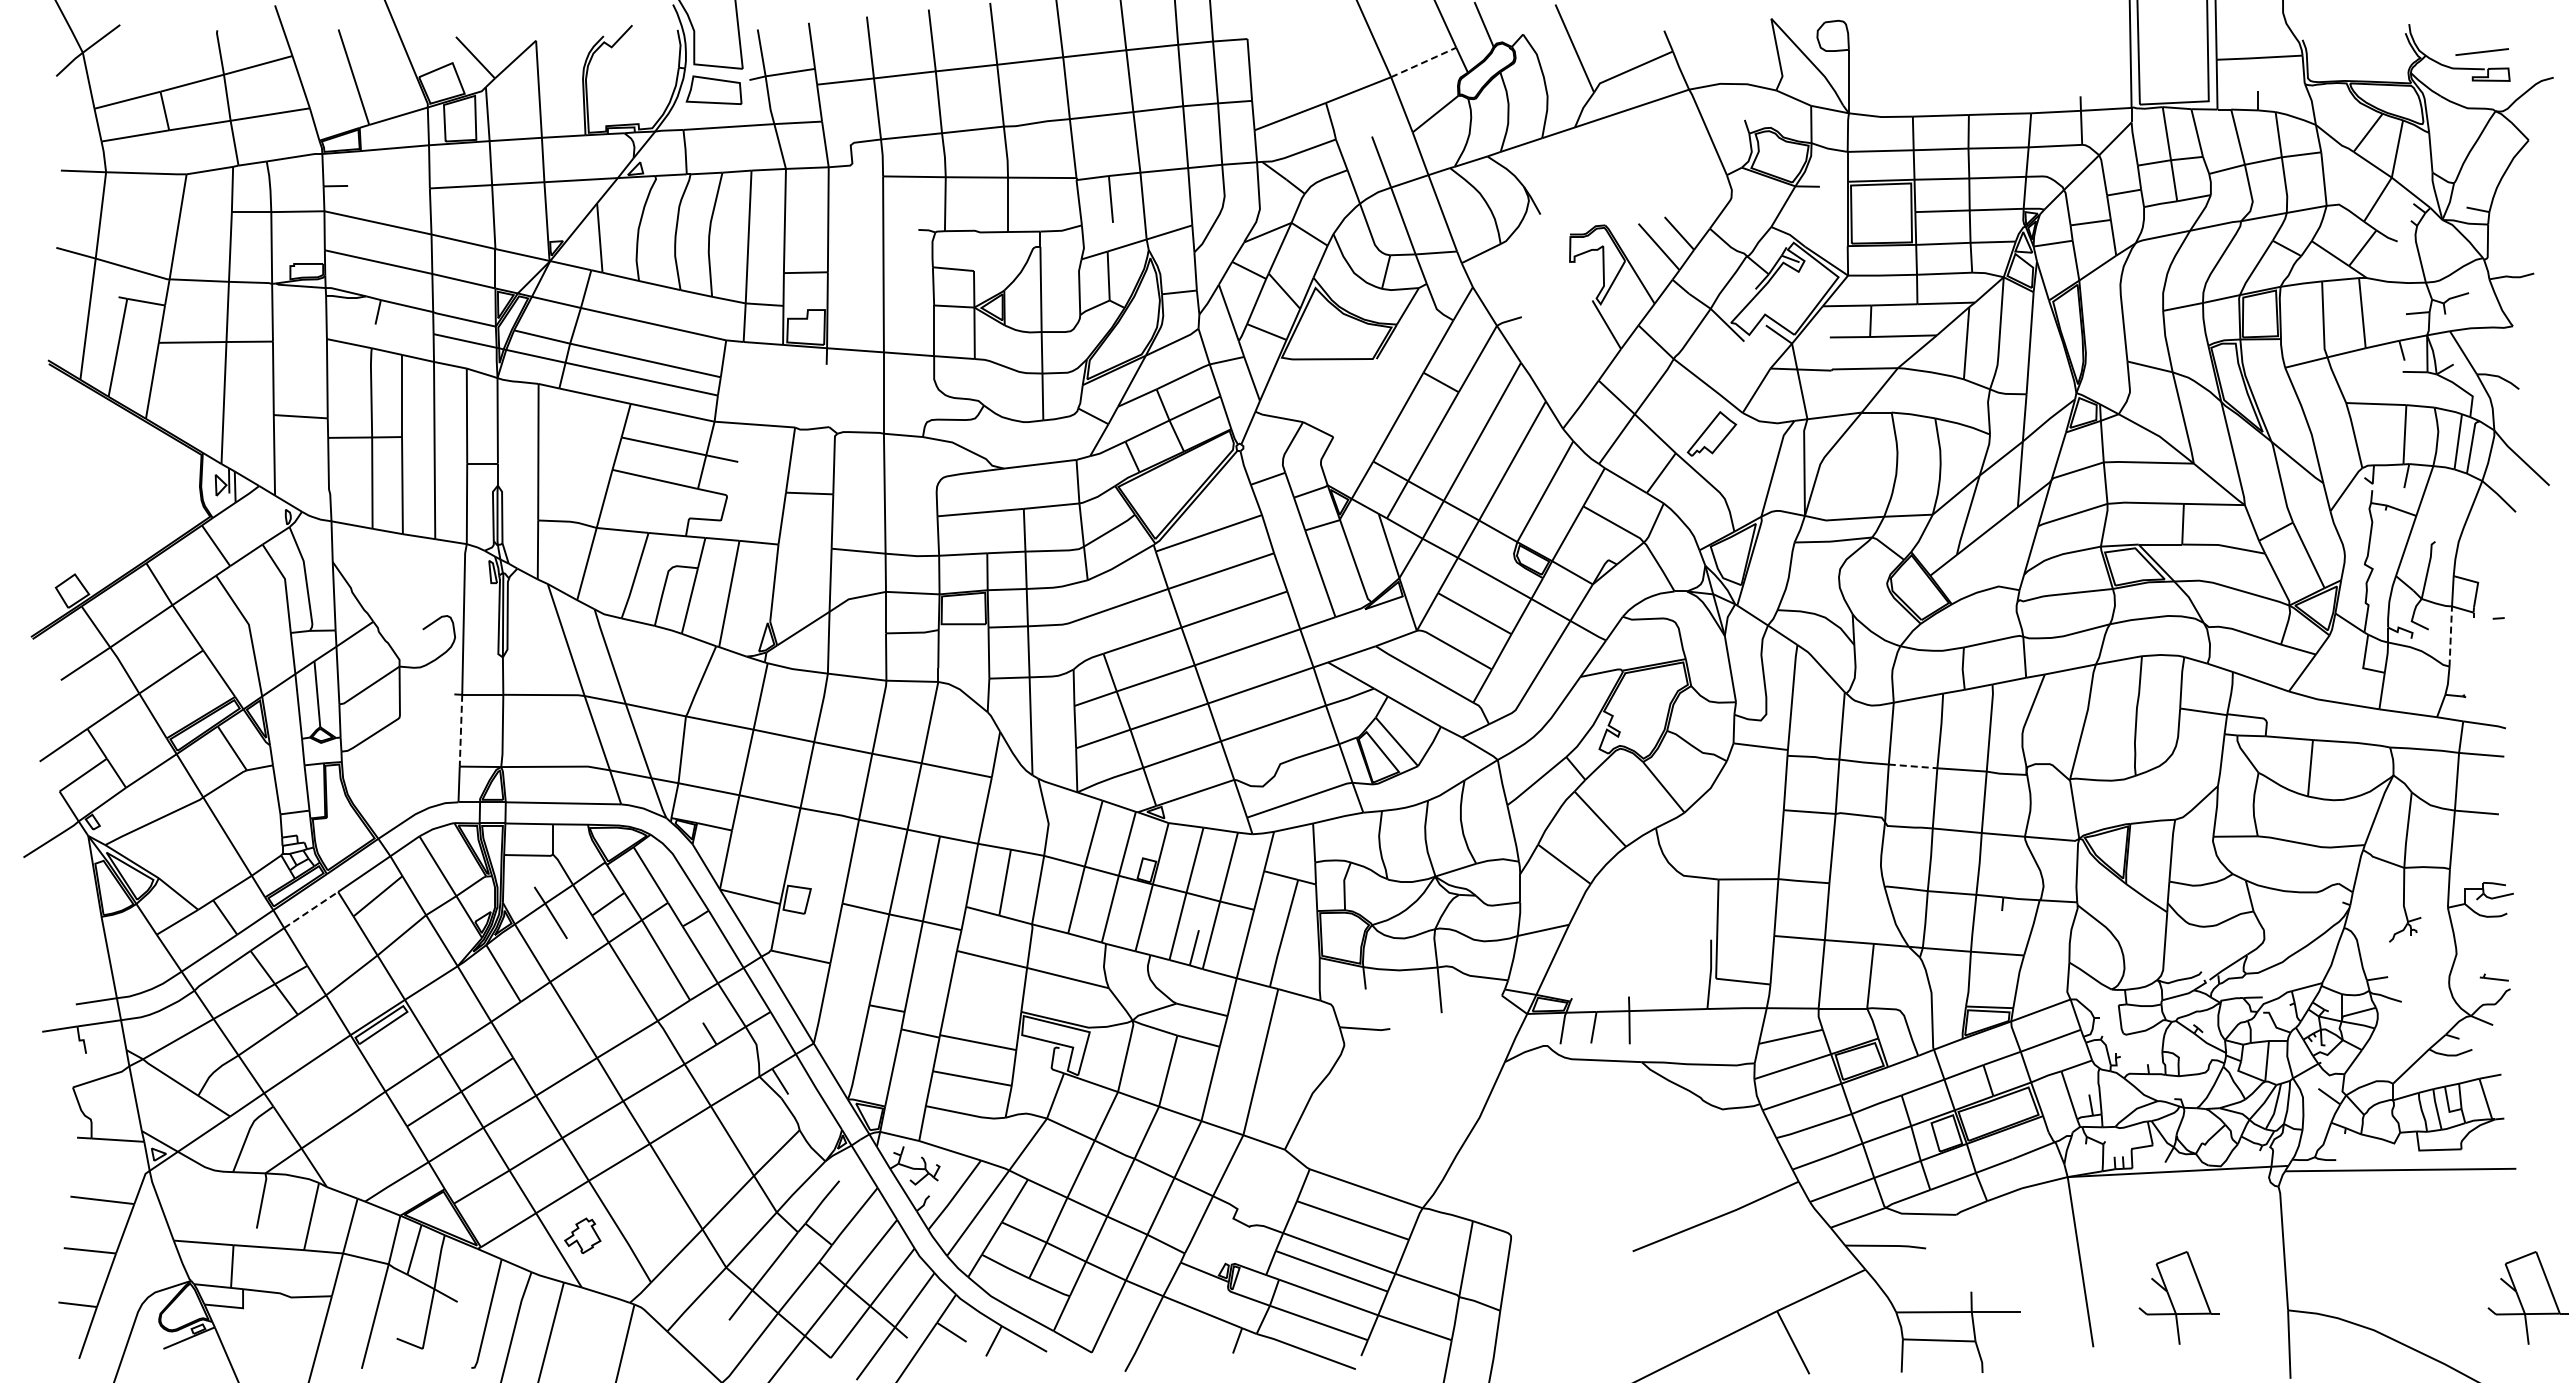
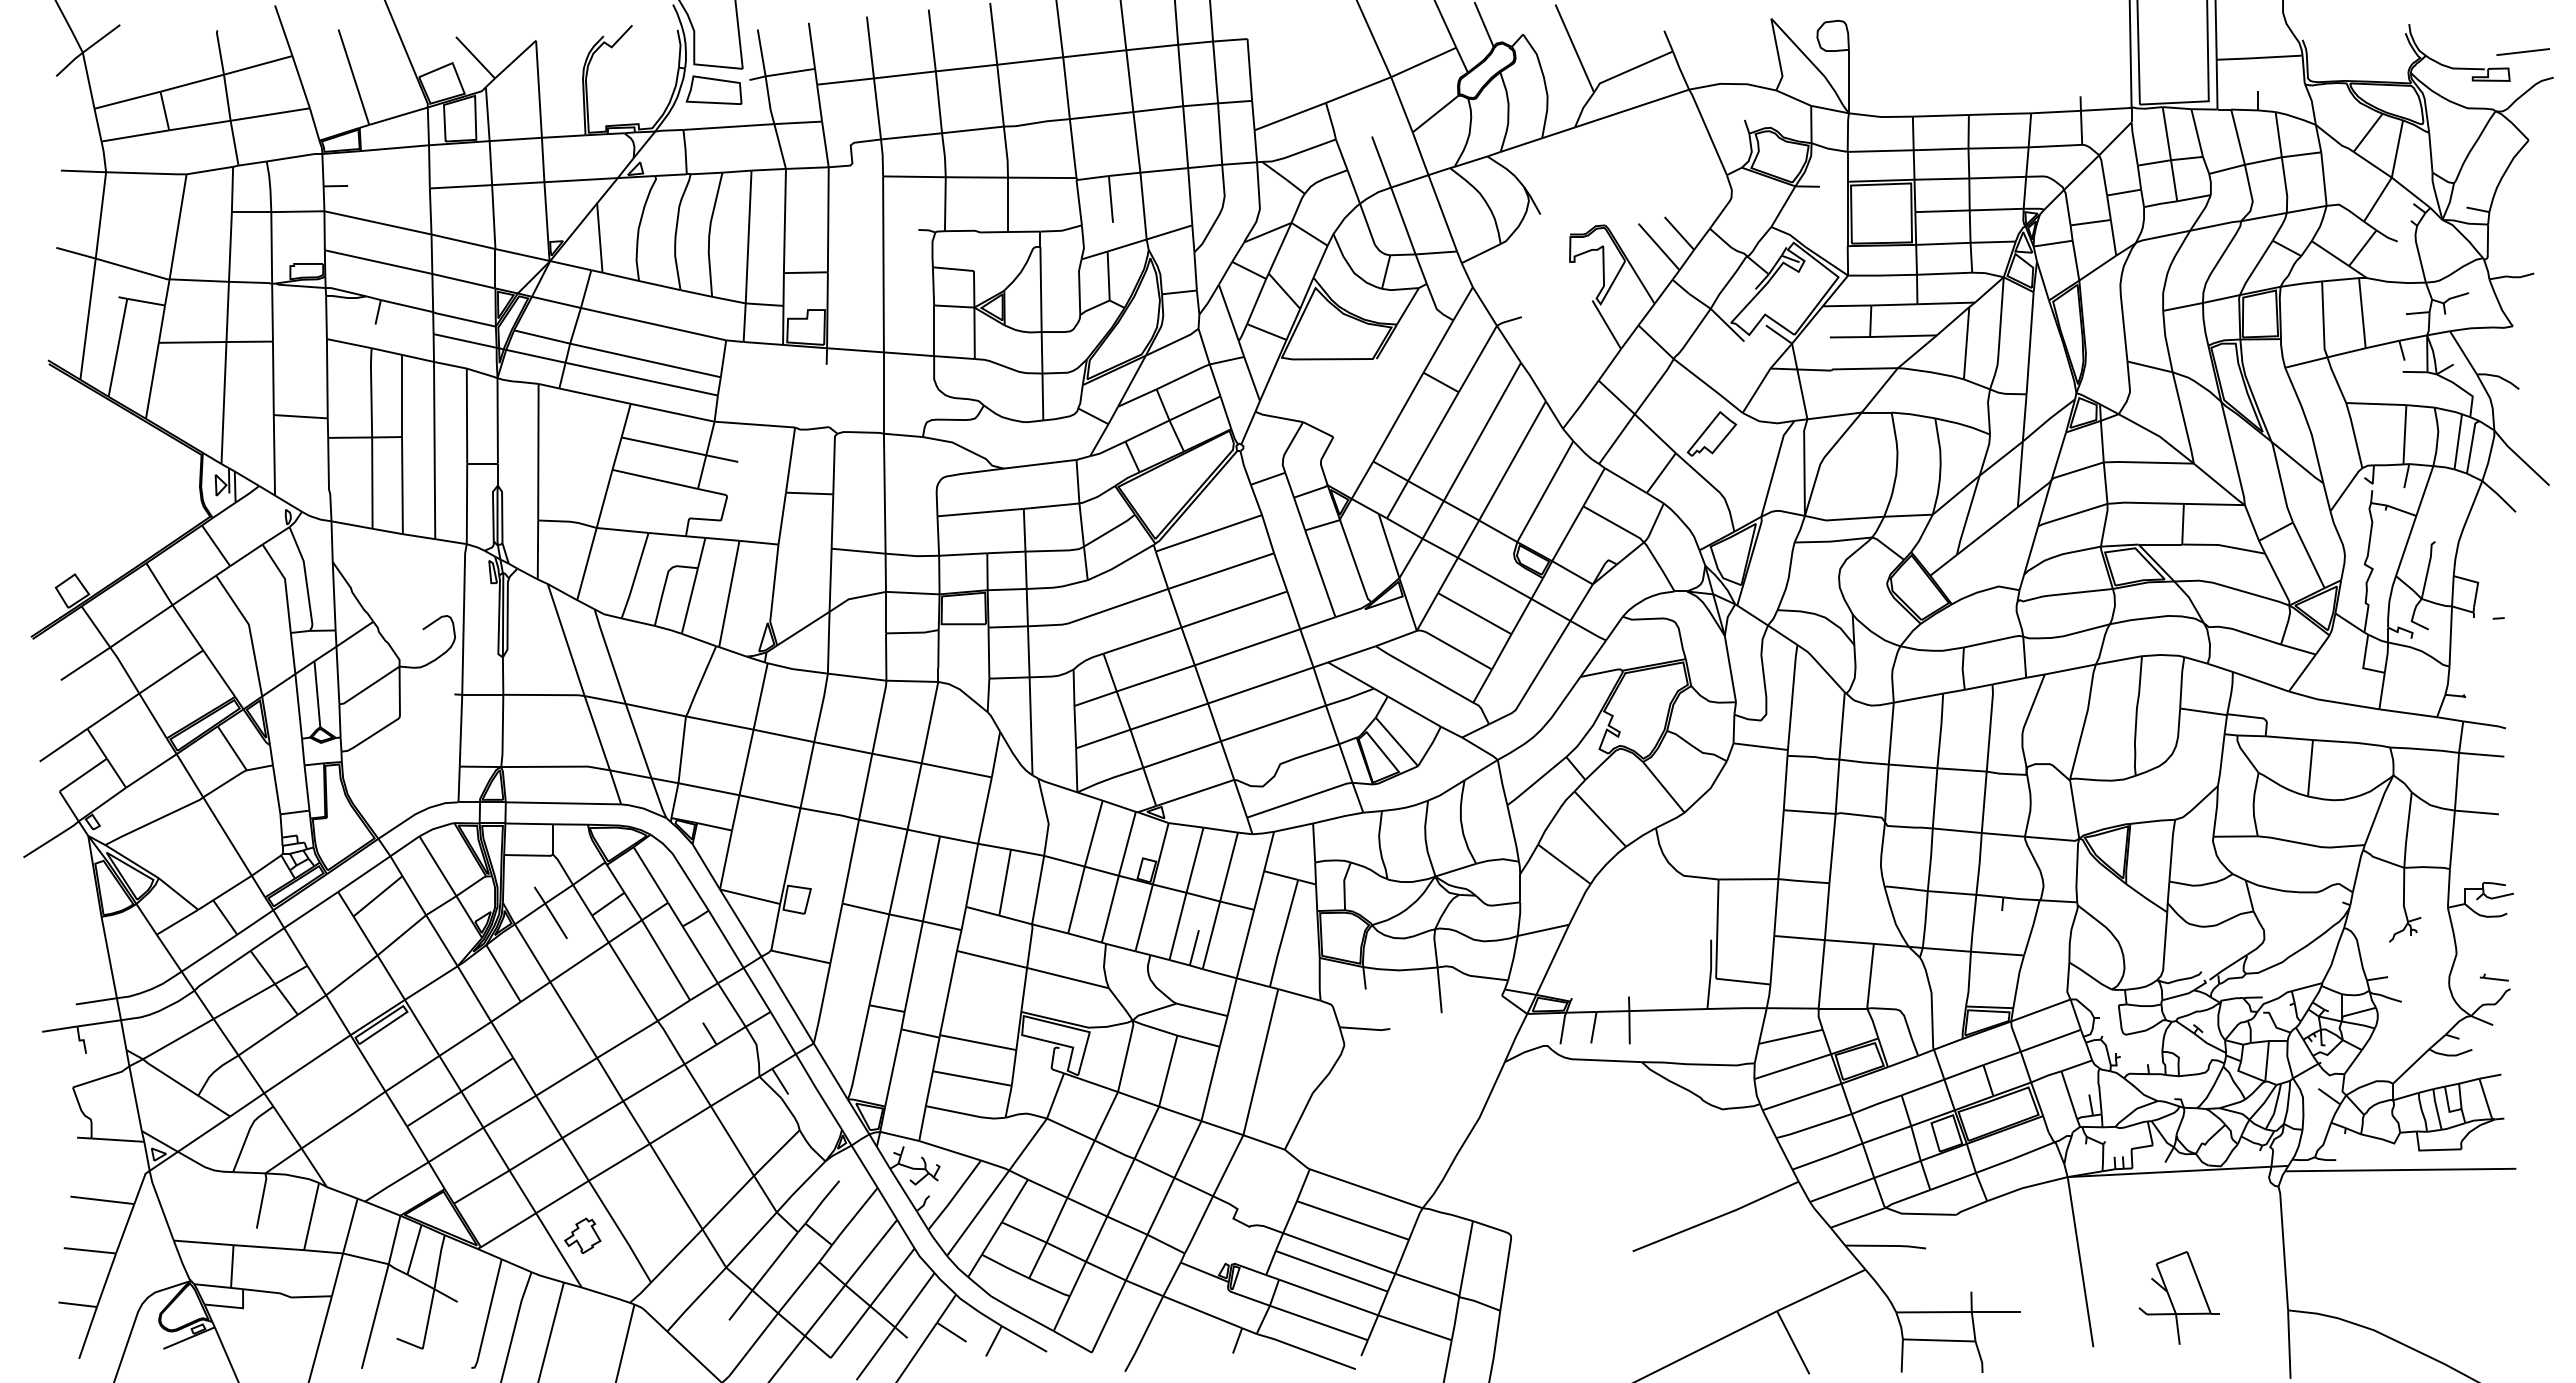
line at (2481, 51) position: (2481, 51) -> (2522, 51)
line at (1423, 62): dashed -> solid
line at (2450, 636): dashed -> solid
line at (460, 730): dashed -> solid
line at (1913, 766): dashed -> solid
line at (311, 909): dashed -> solid
part at (2527, 1297): present -> none
